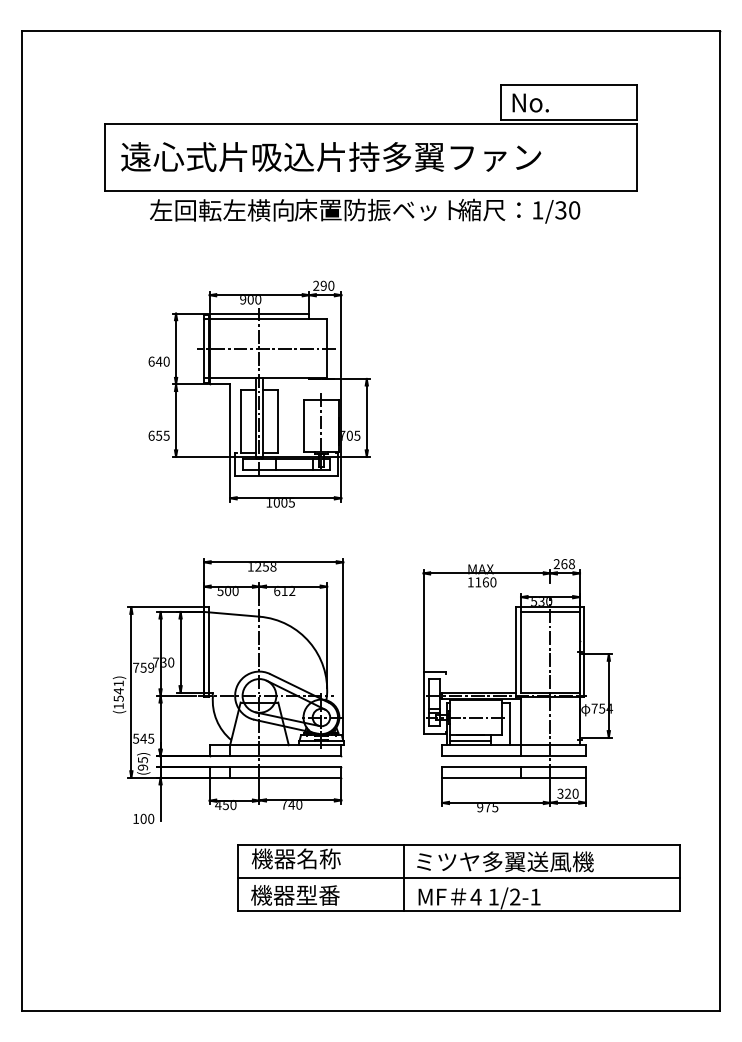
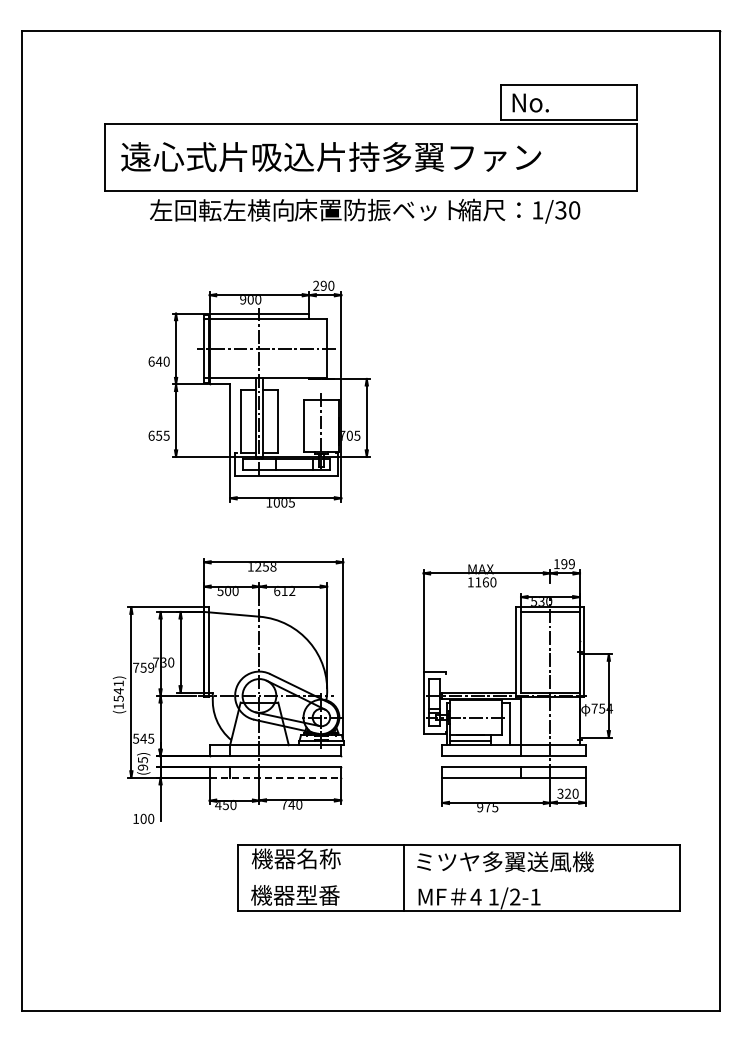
text at (563, 564): 268 -> 199
line at (275, 777): solid -> dashed
line at (459, 877): present -> none
